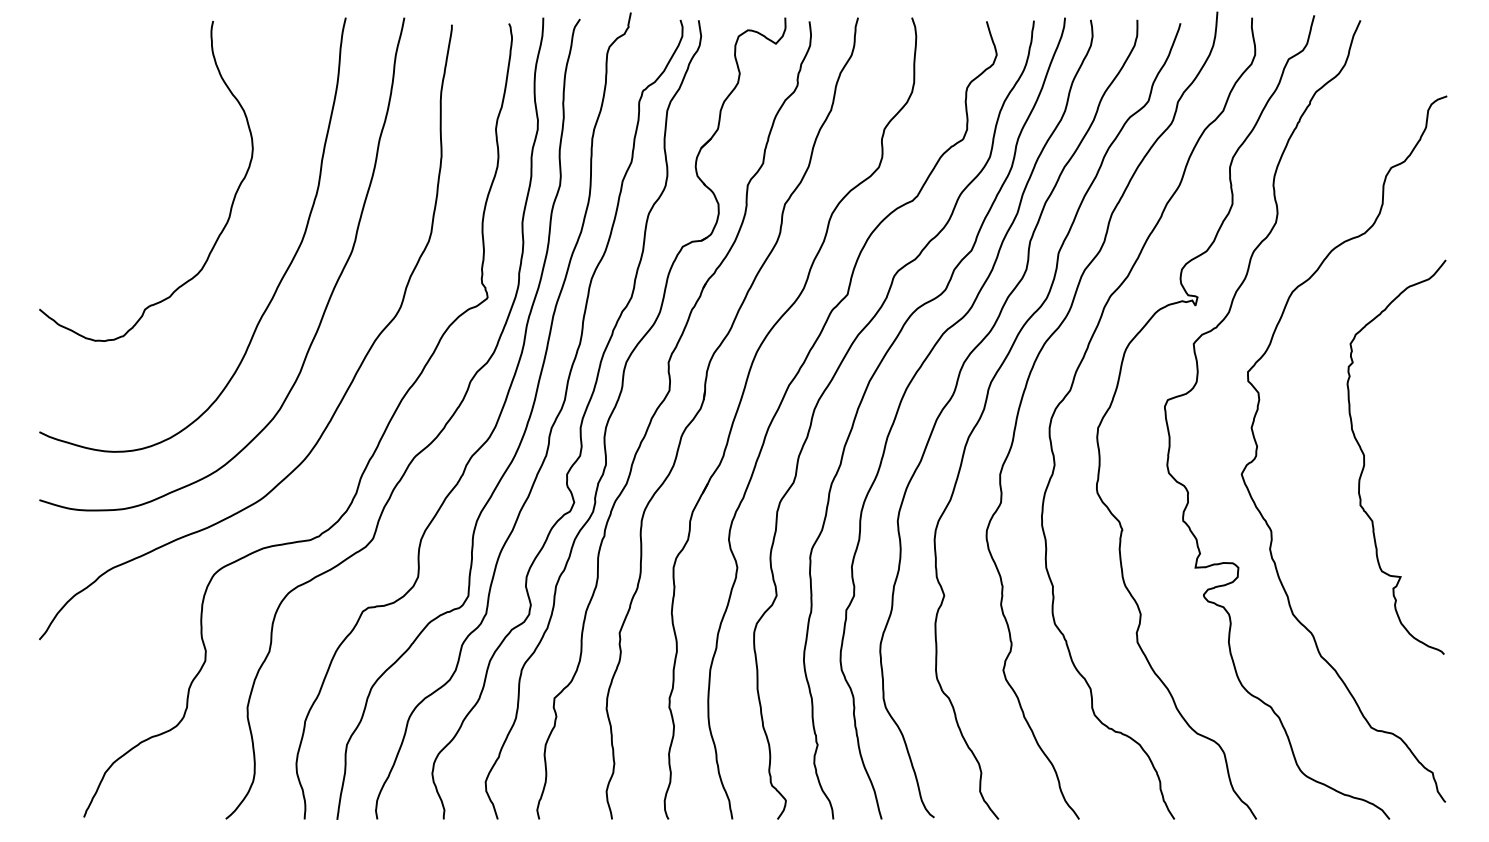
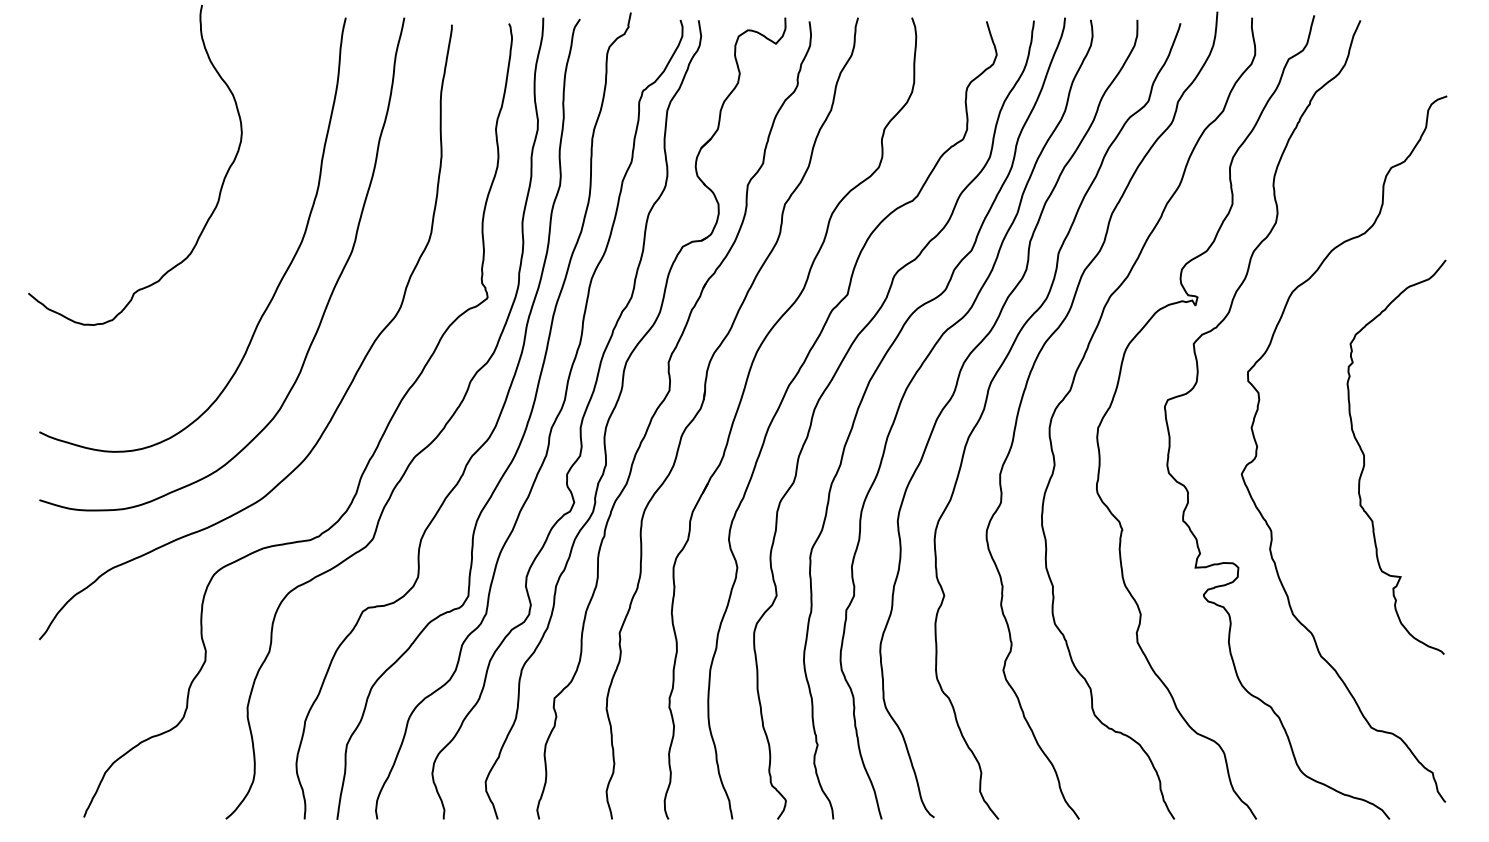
curve at (231, 203) position: (231, 203) -> (220, 187)
